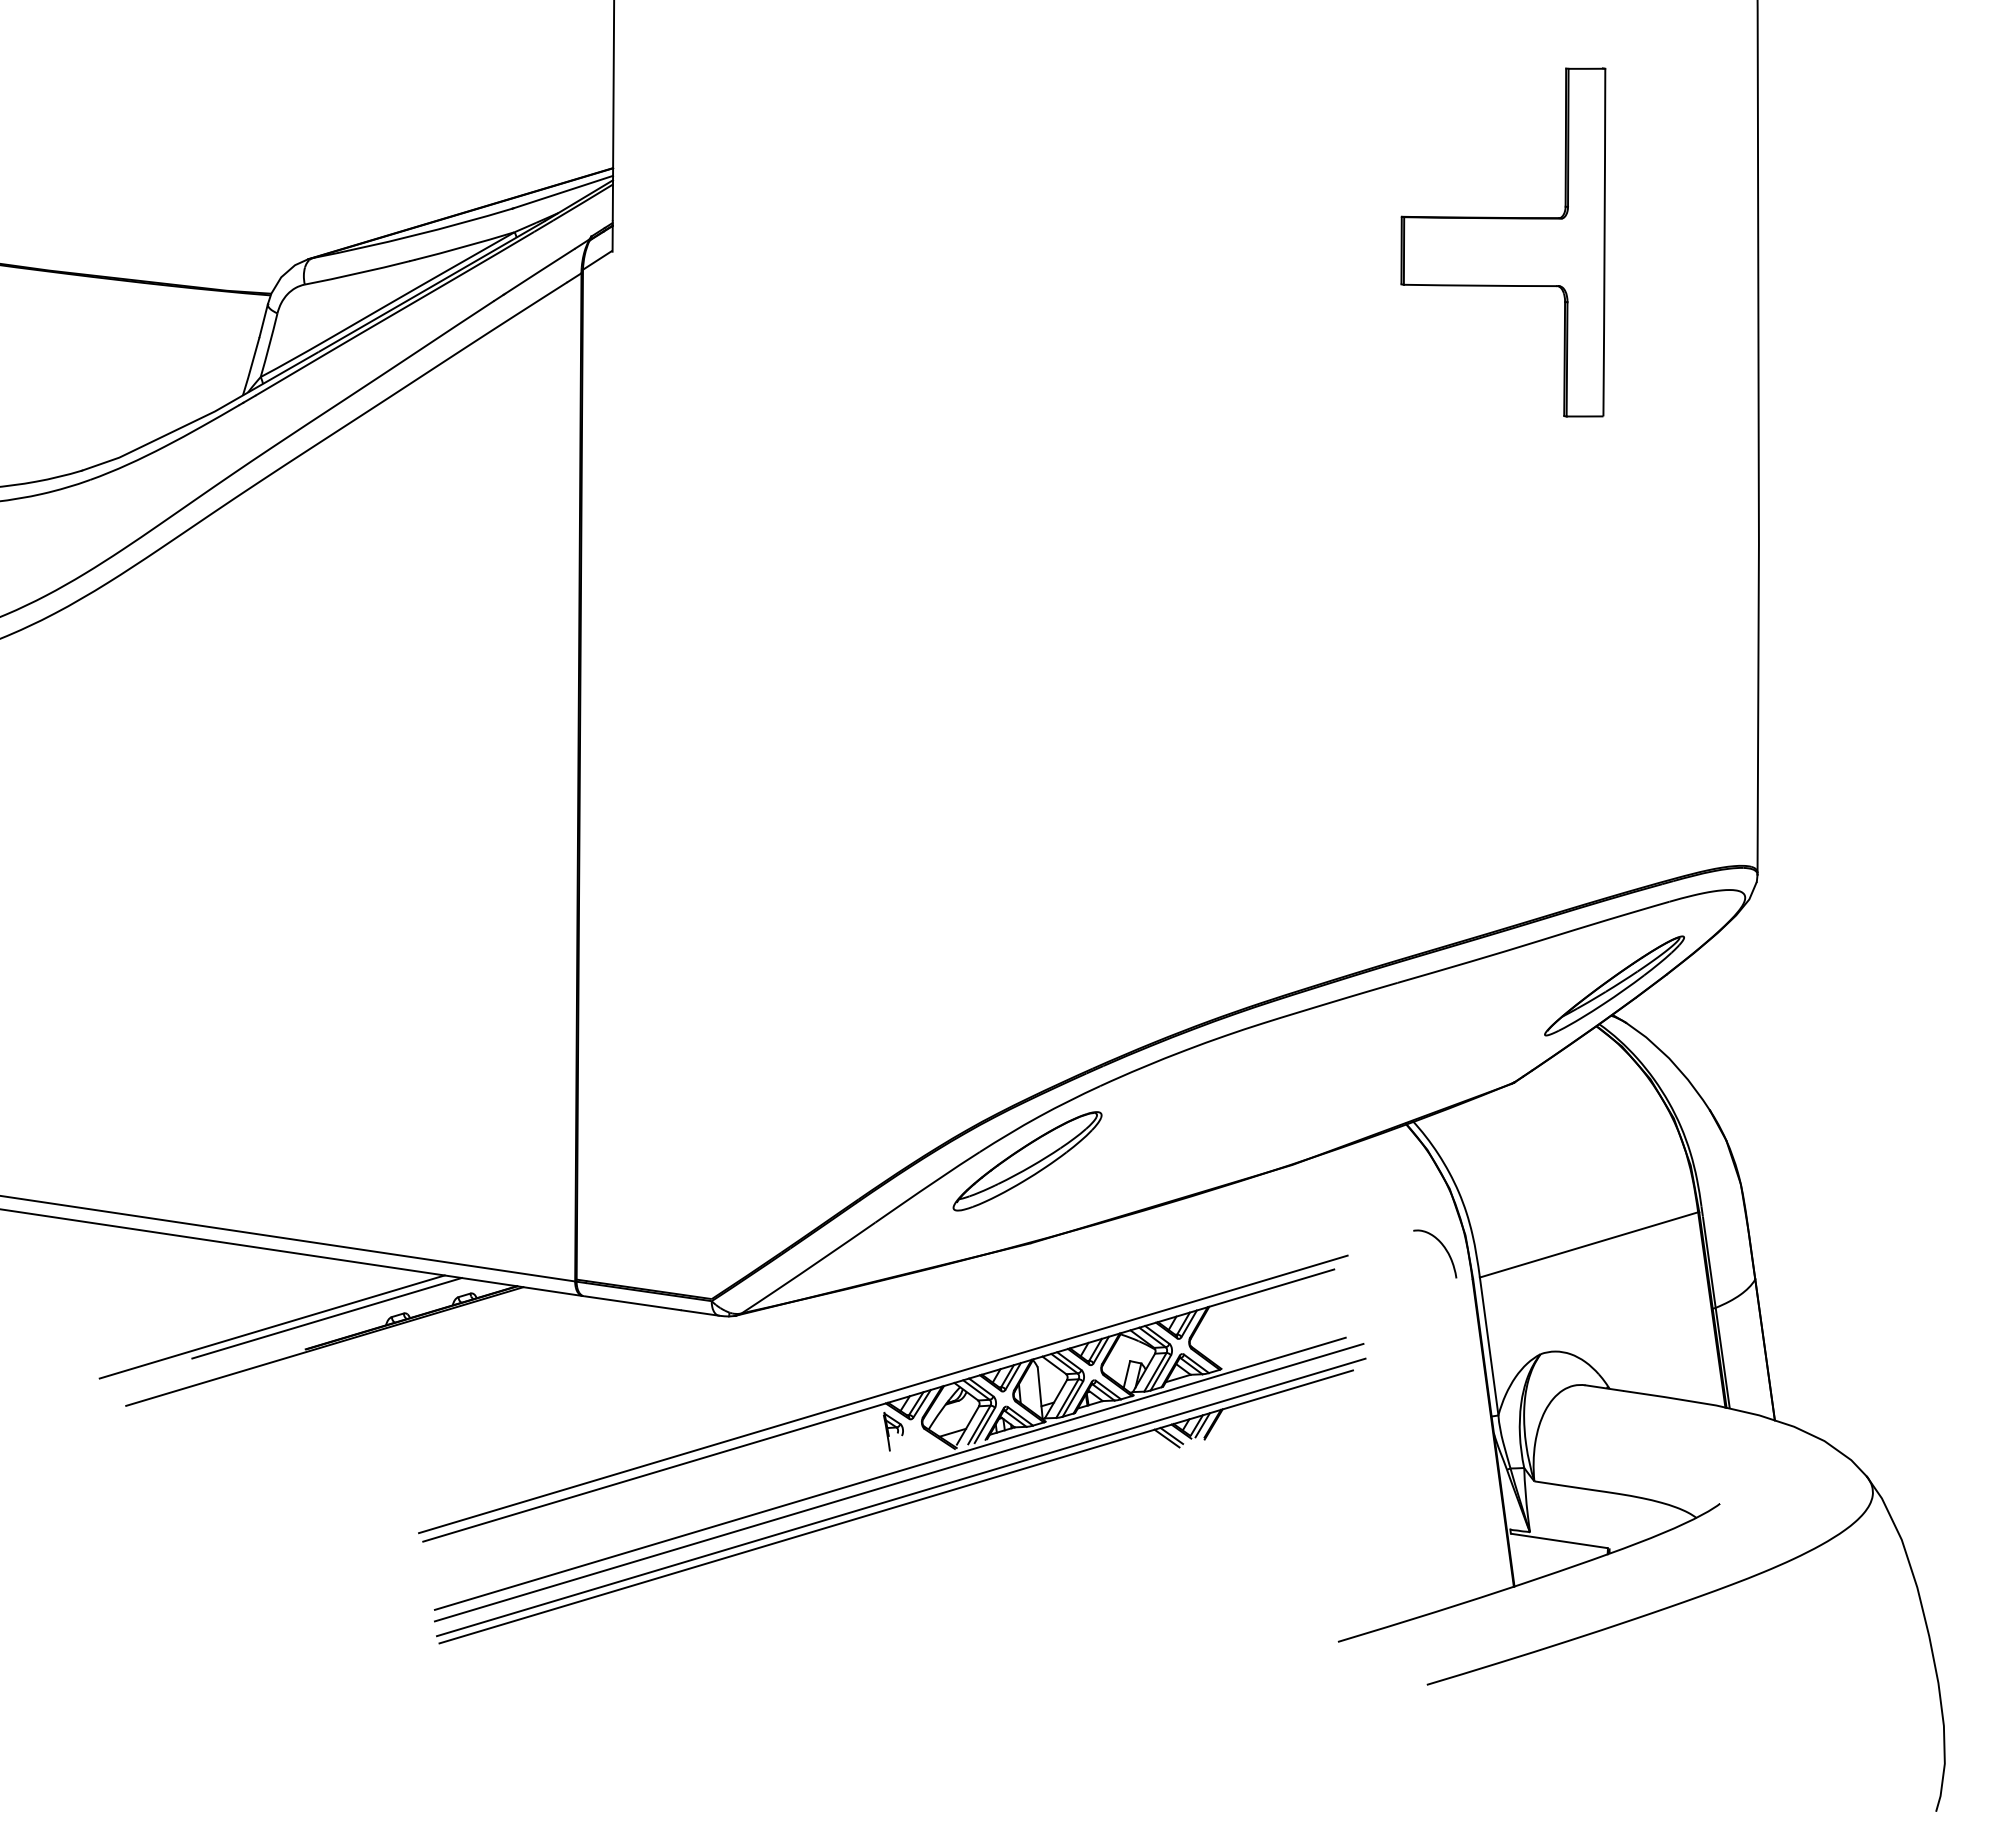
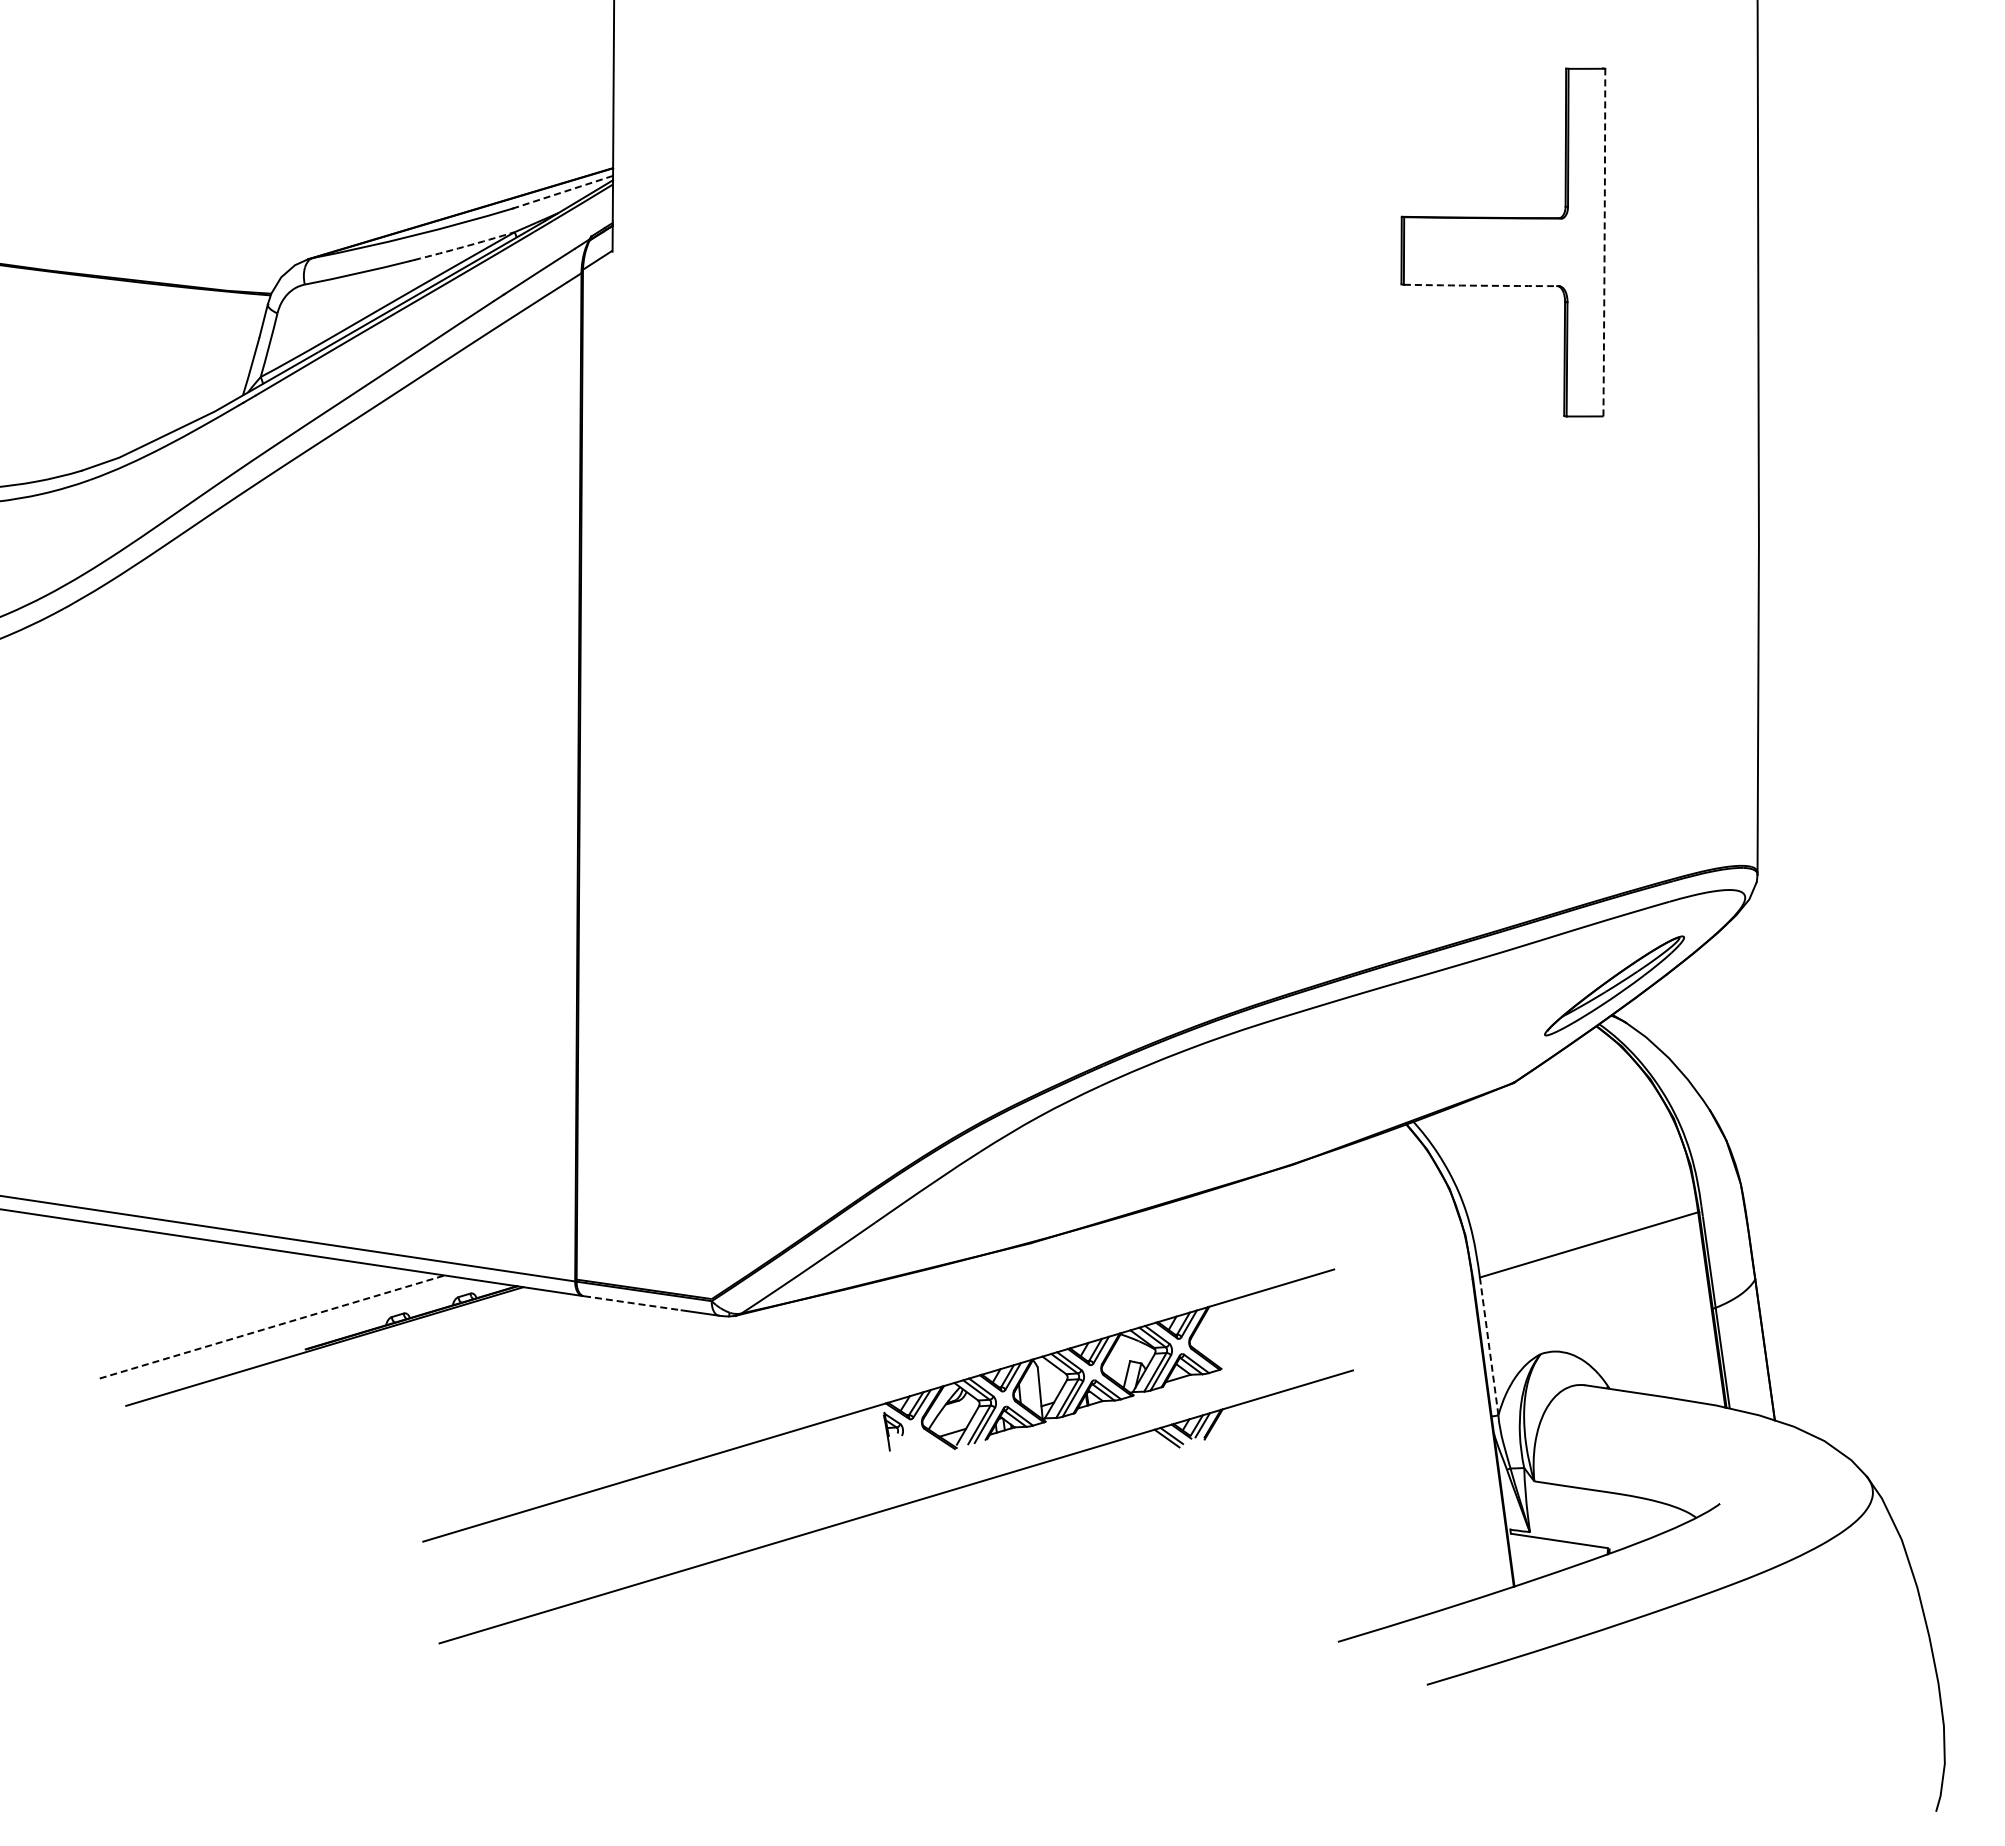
line at (562, 192): solid -> dashed
arc at (1604, 242): solid -> dashed
arc at (464, 246): solid -> dashed
arc at (1480, 285): solid -> dashed
part at (1027, 1161): present -> none
curve at (1444, 1249): present -> none
line at (632, 1303): solid -> dashed
line at (326, 1318): present -> none
line at (272, 1326): solid -> dashed
line at (1489, 1346): solid -> dashed
line at (883, 1394): present -> none
line at (889, 1473): present -> none
line at (898, 1482): present -> none
line at (900, 1497): present -> none
